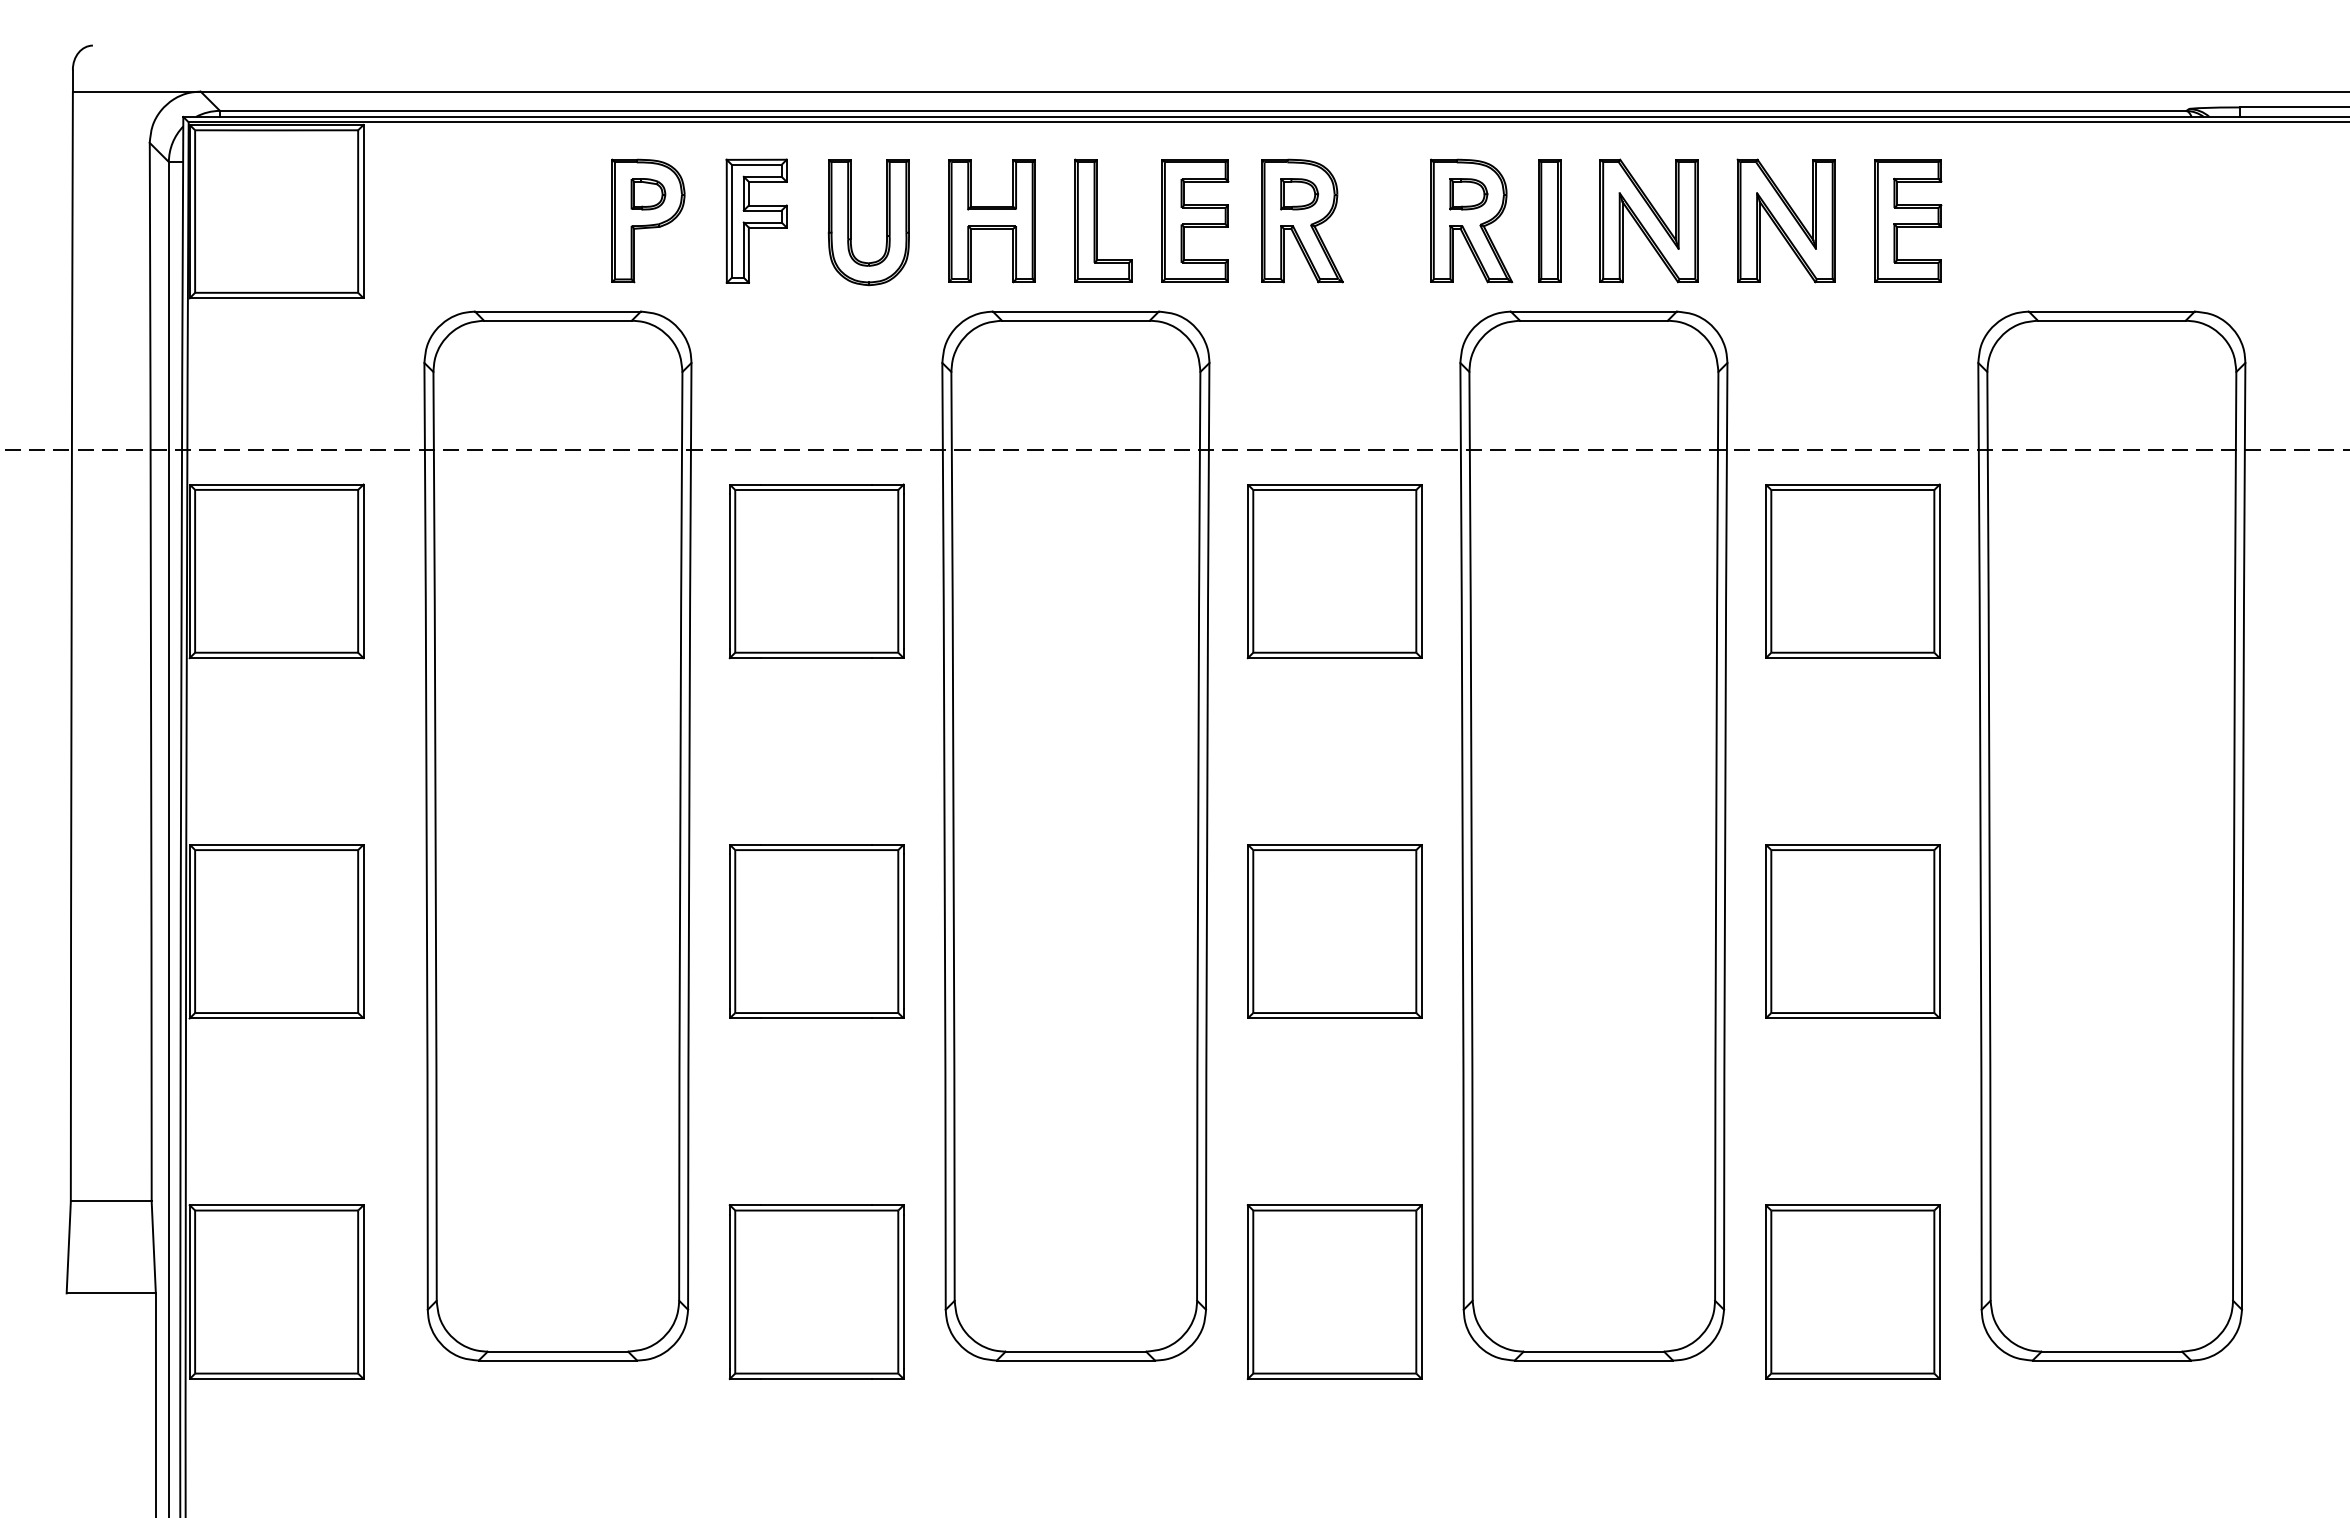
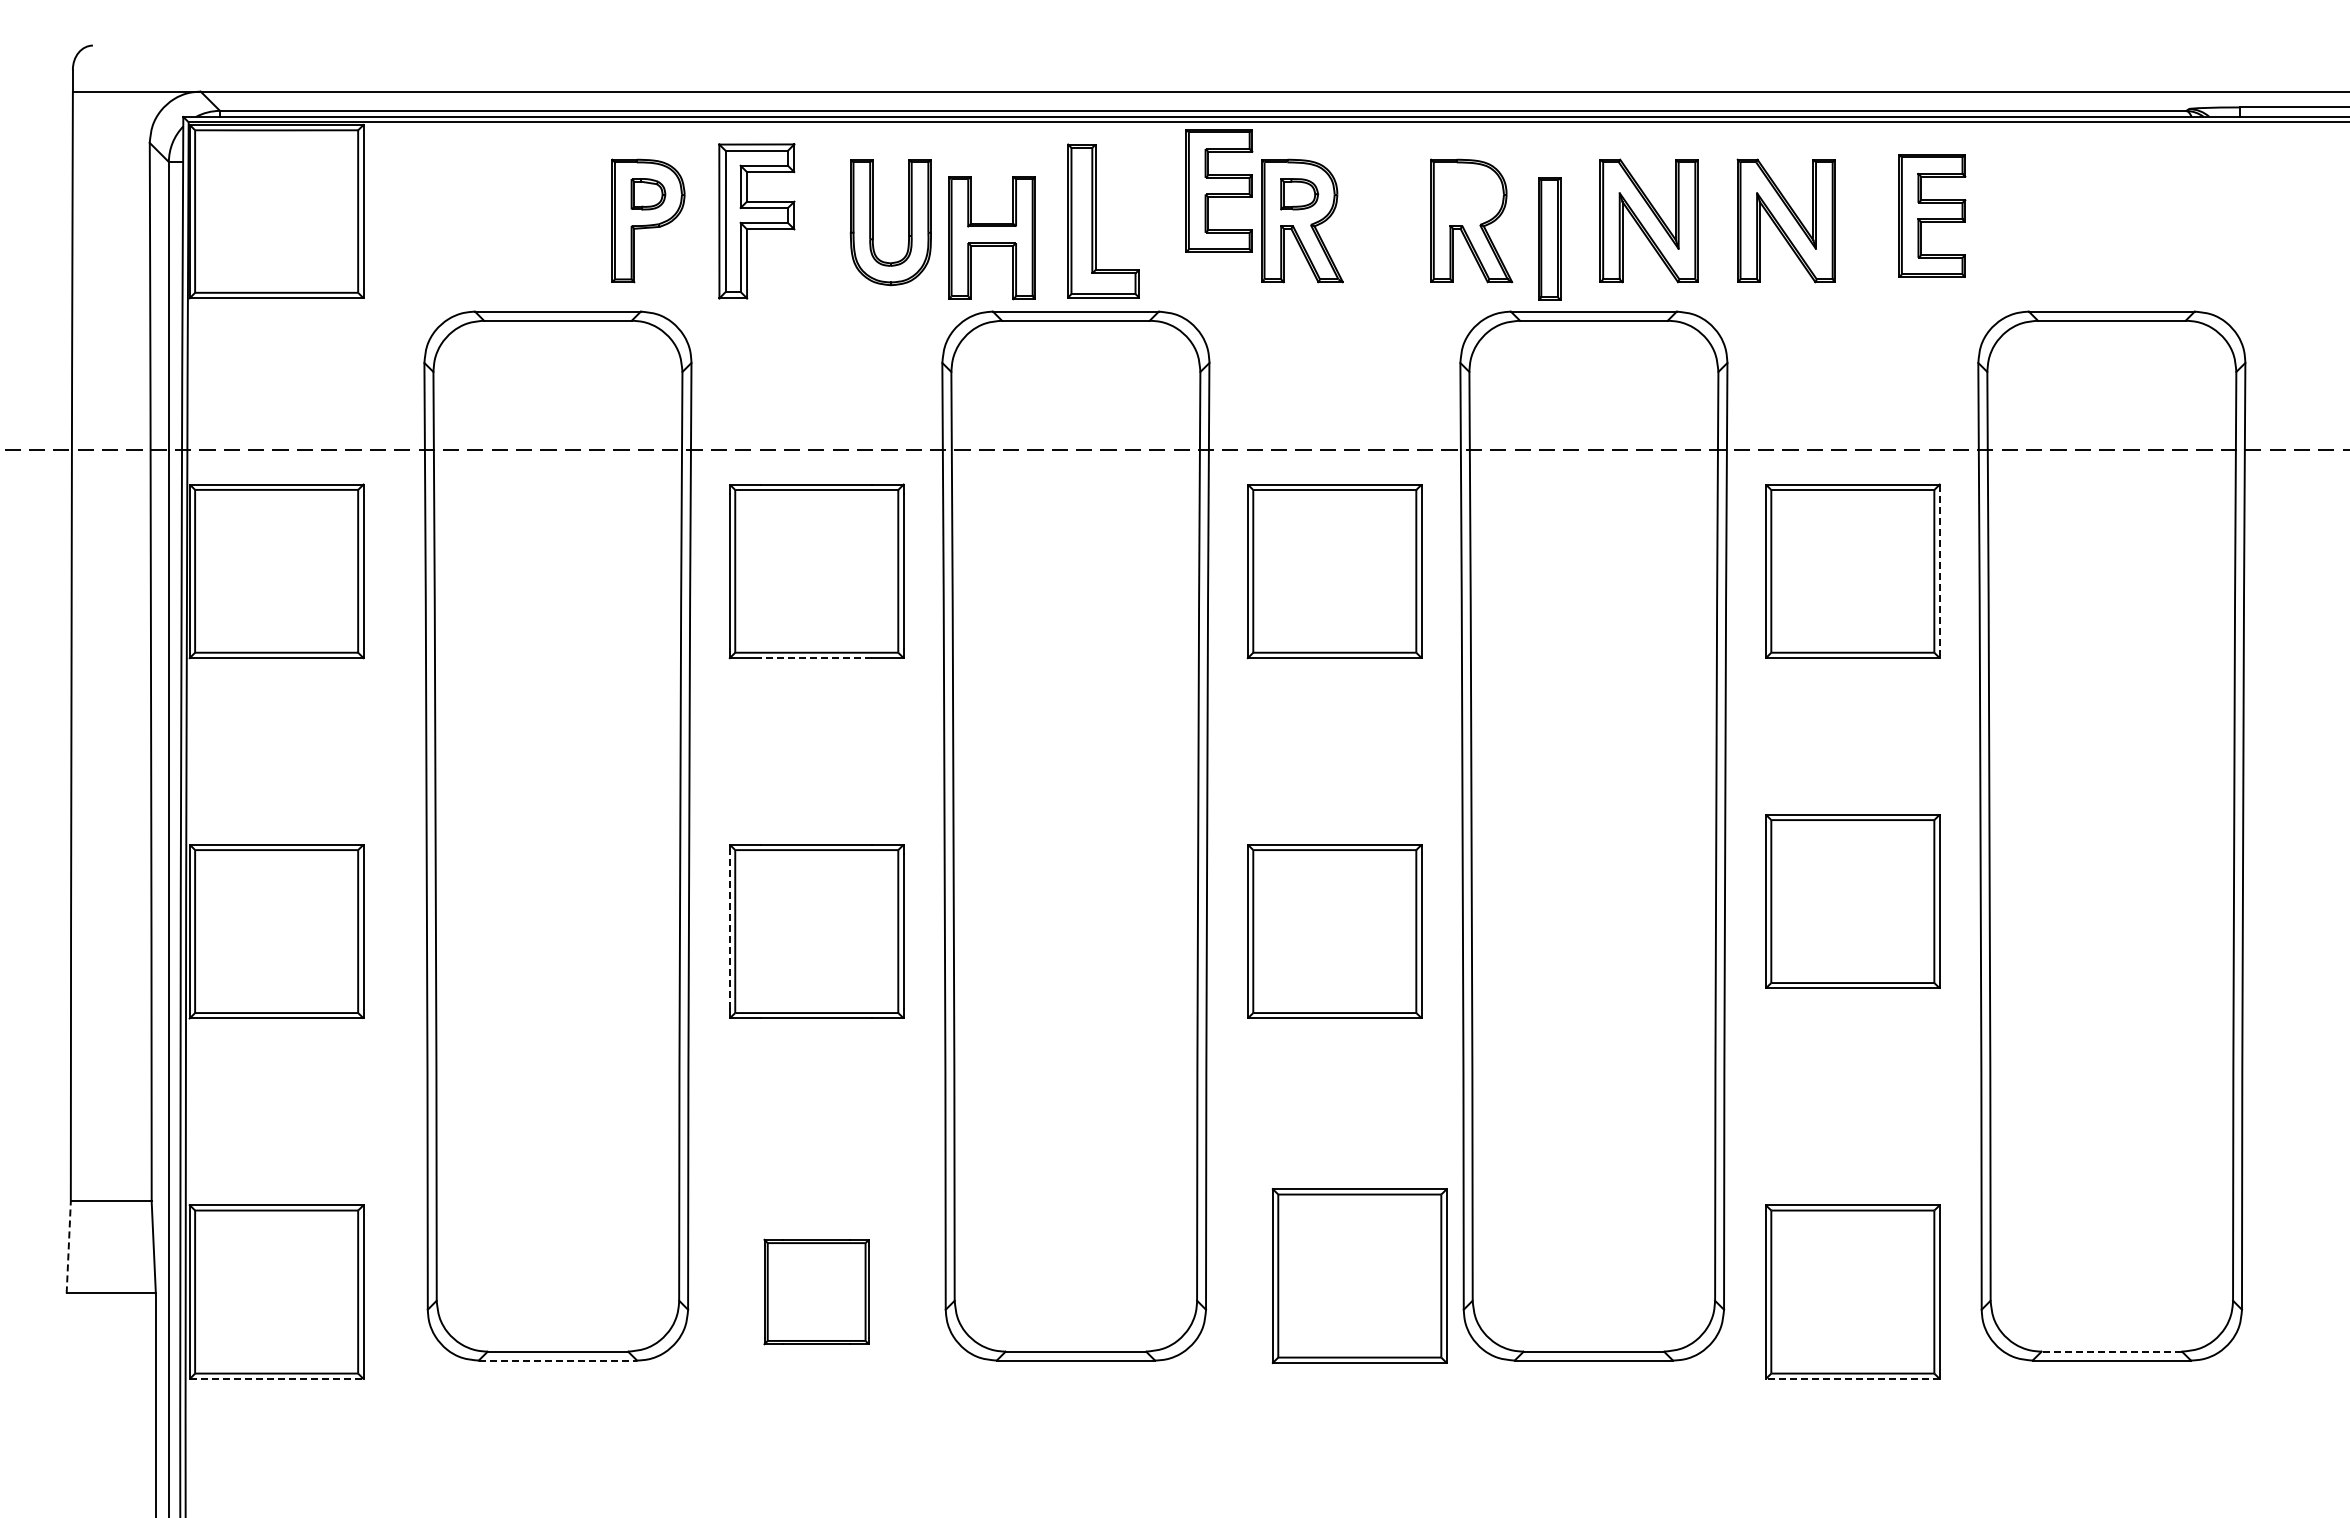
part at (1468, 194): present -> none
part at (756, 220) size: 63x126 px -> 78x157 px
part at (1103, 220) size: 59x125 px -> 73x156 px
part at (1195, 220) position: (1195, 220) -> (1219, 190)
part at (1549, 220) position: (1549, 220) -> (1549, 238)
part at (1908, 220) position: (1908, 220) -> (1932, 215)
part at (991, 221) position: (991, 221) -> (991, 238)
part at (851, 222) position: (851, 222) -> (873, 222)
line at (1939, 571): solid -> dashed
line at (816, 658): solid -> dashed
line at (729, 931): solid -> dashed
part at (1852, 931) position: (1852, 931) -> (1852, 901)
line at (68, 1246): solid -> dashed
part at (816, 1291) size: 177x176 px -> 107x108 px
part at (1334, 1291) position: (1334, 1291) -> (1359, 1275)
line at (2111, 1351): solid -> dashed
line at (558, 1360): solid -> dashed
line at (276, 1378): solid -> dashed
line at (1852, 1378): solid -> dashed
